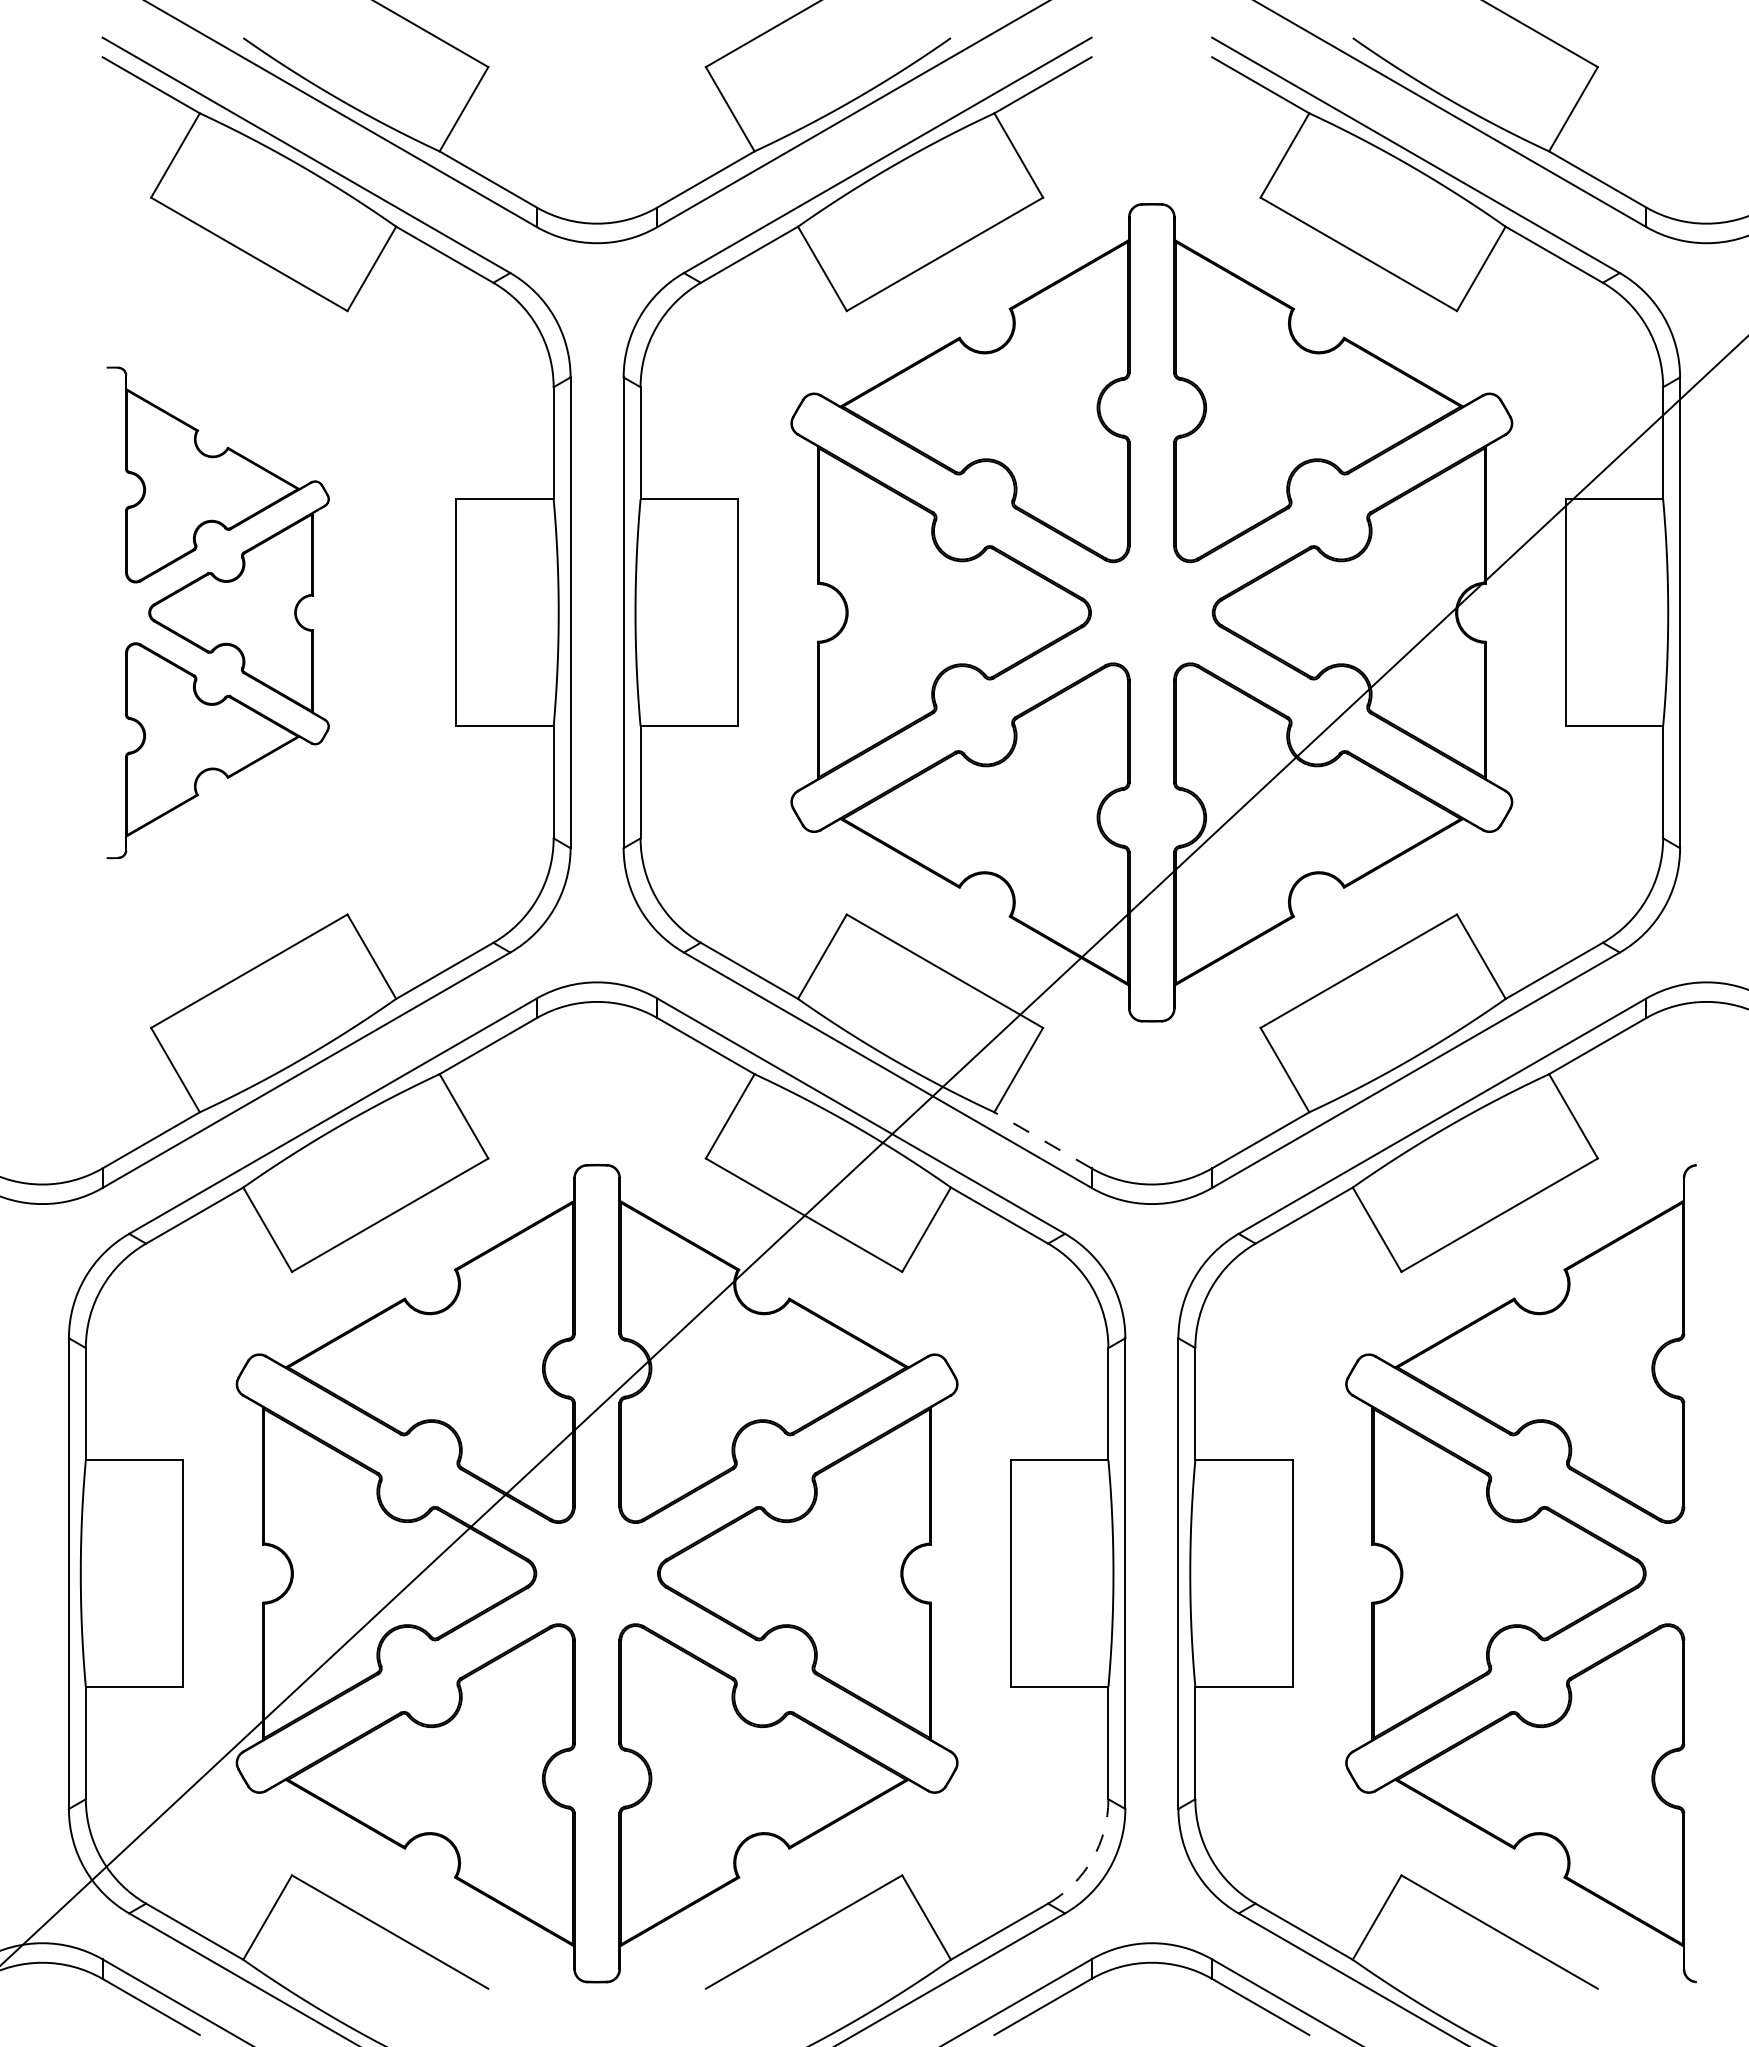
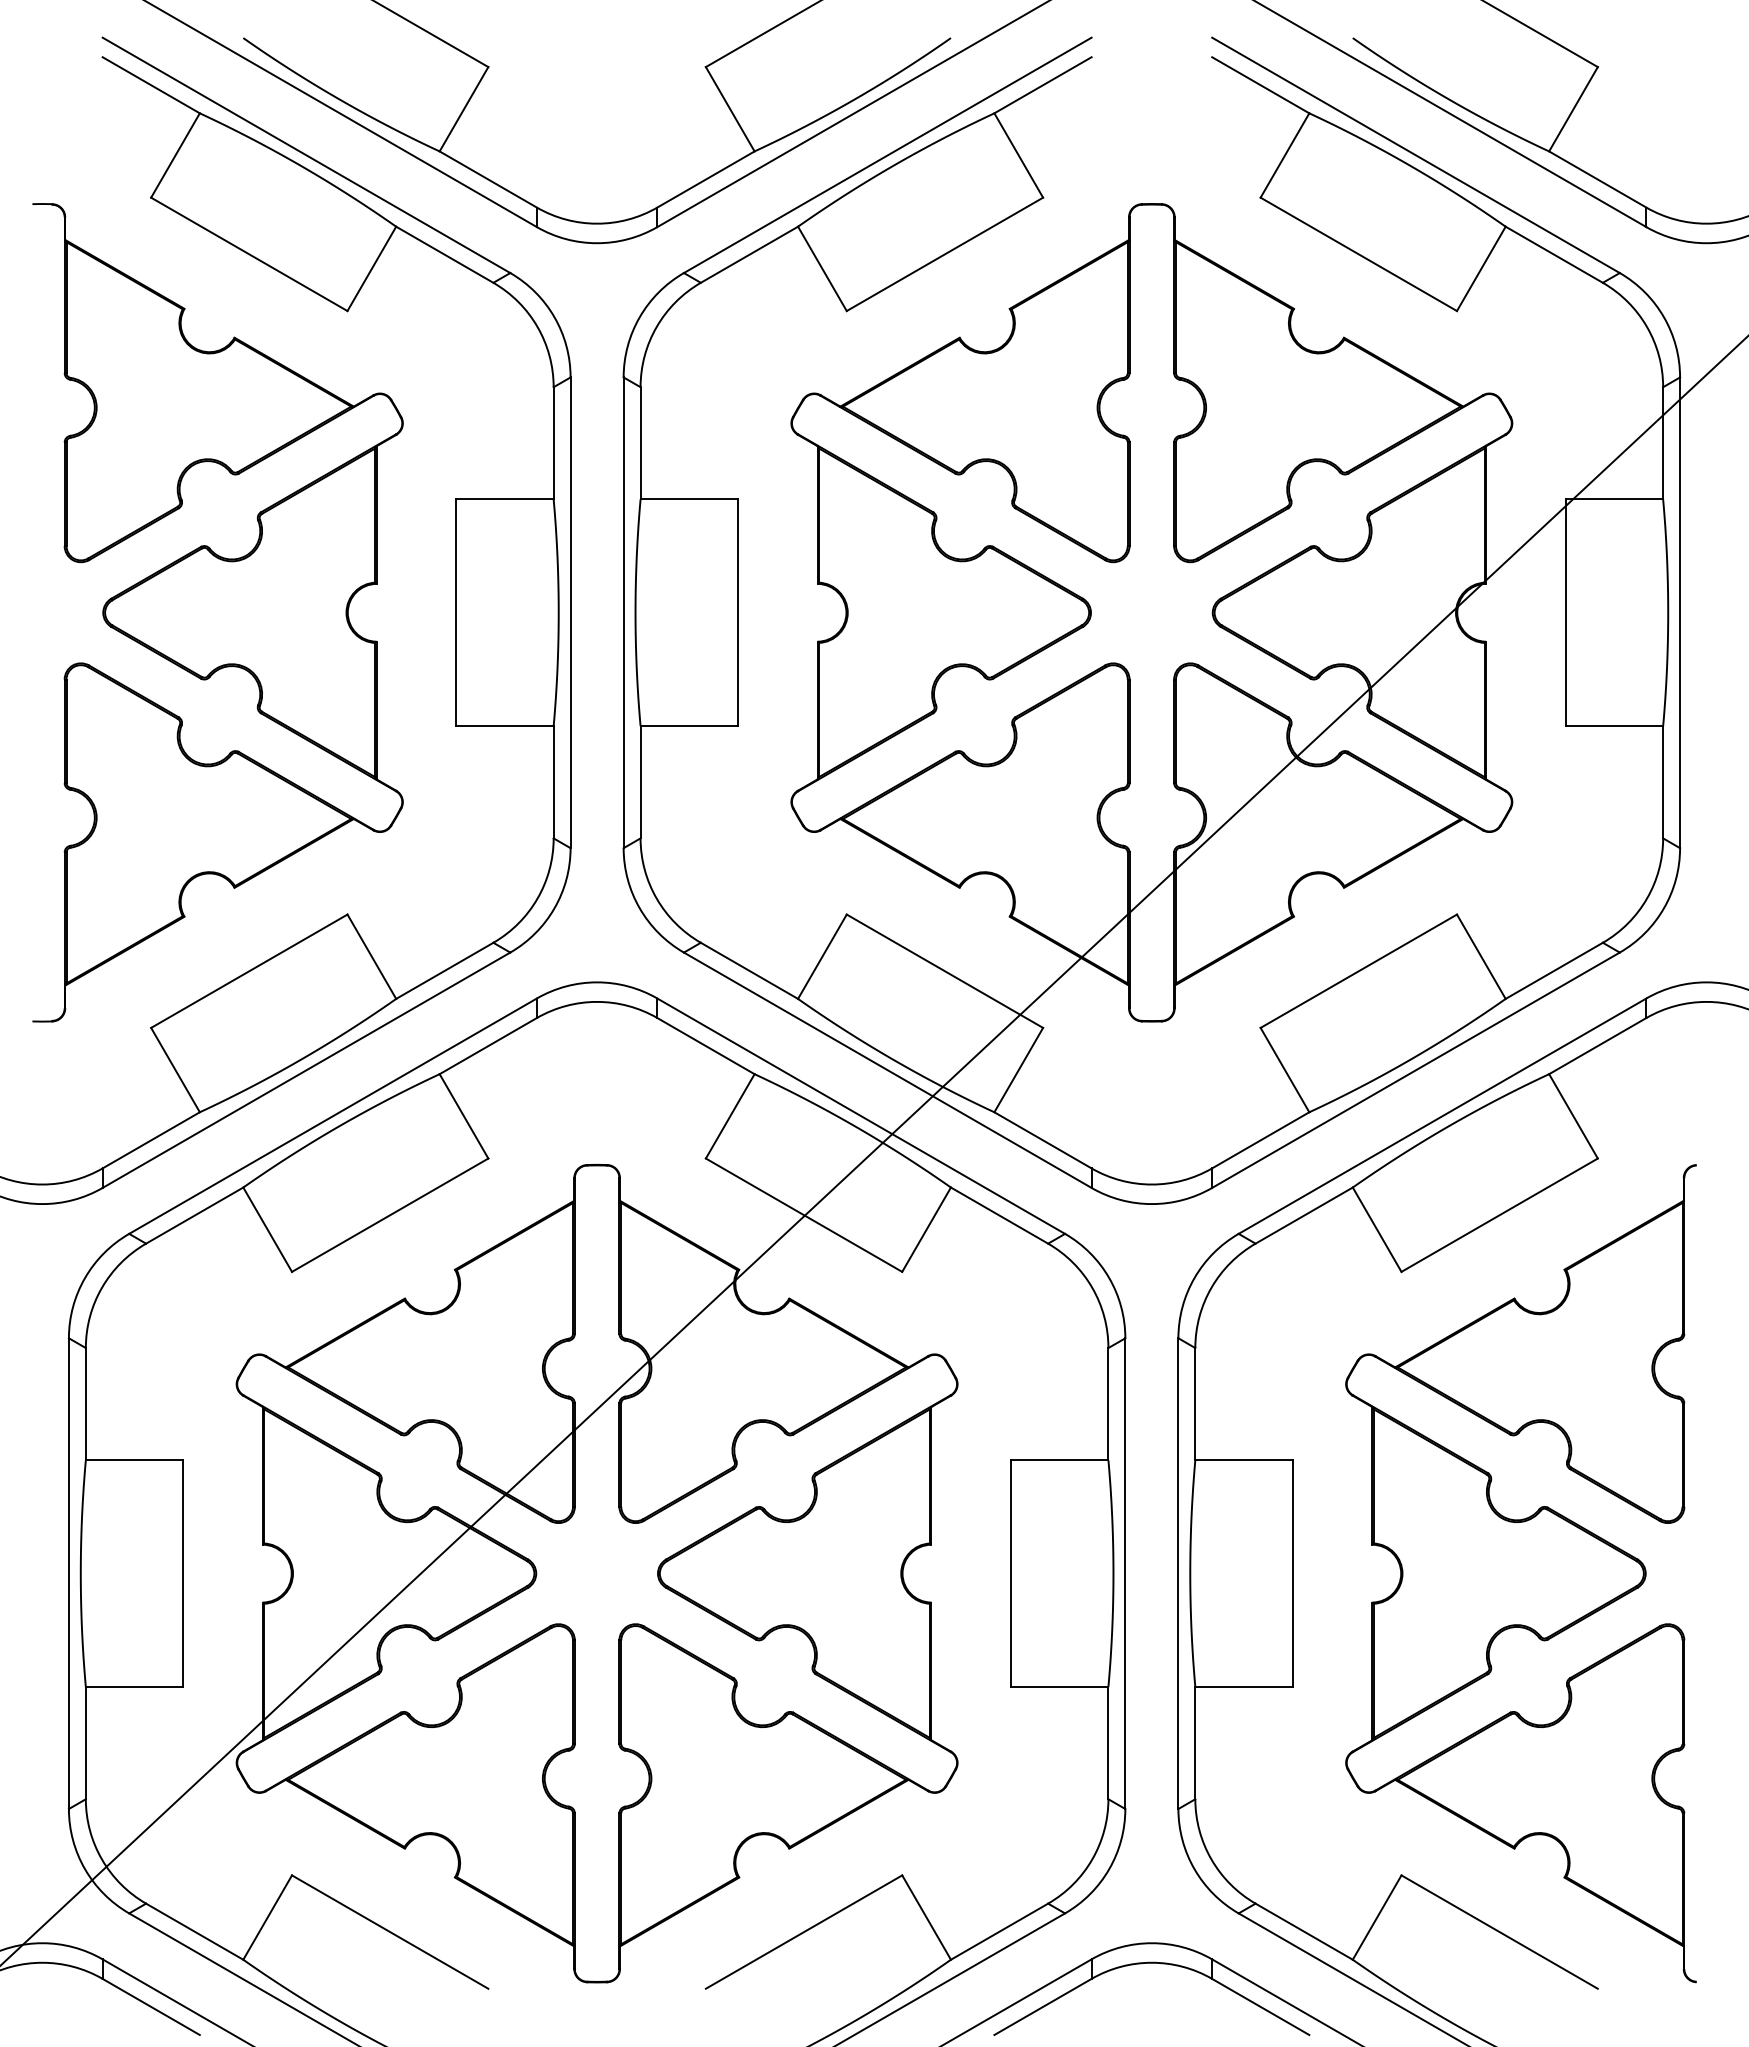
part at (217, 612) size: 224x494 px -> 372x820 px
line at (1042, 1140): dashed -> solid
arc at (1092, 1859): dashed -> solid
